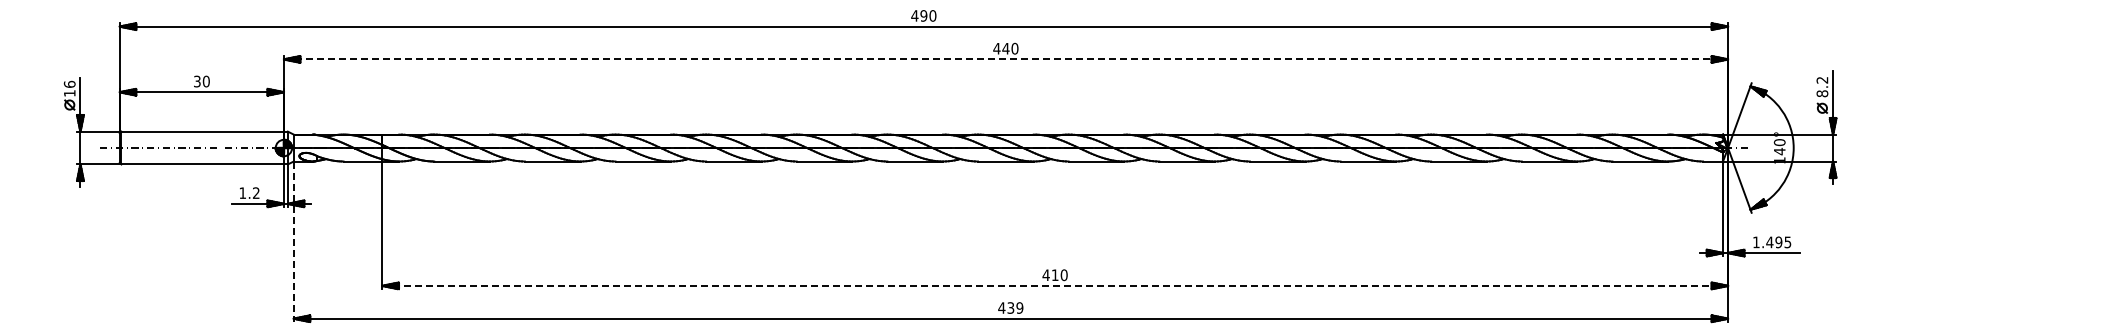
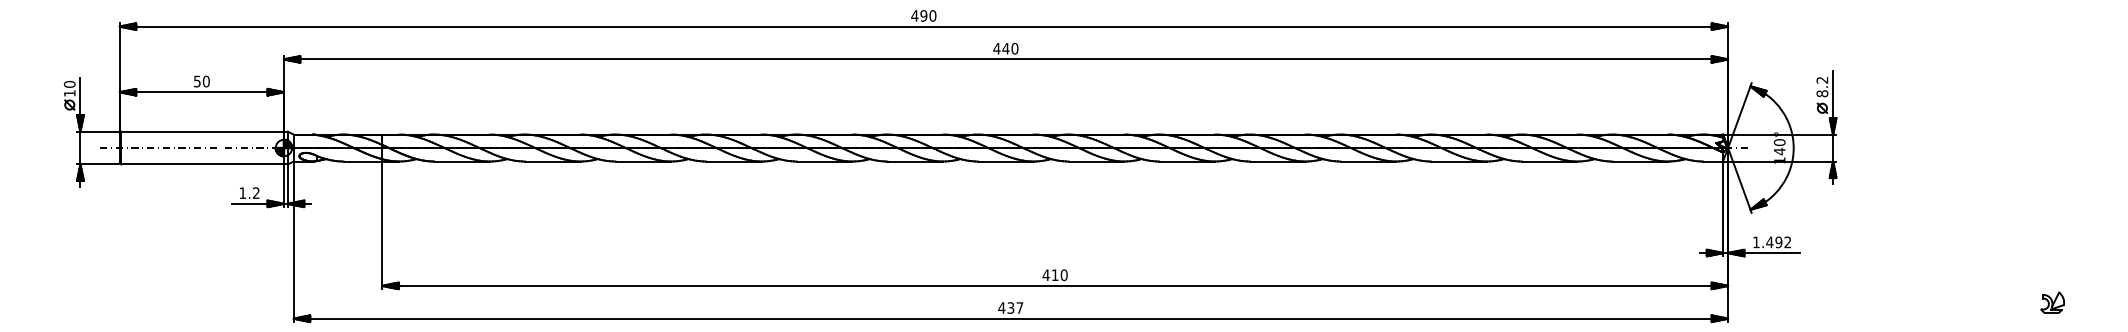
line at (1006, 59): dashed -> solid
text at (197, 80): 30 -> 50
text at (69, 83): 16 -> 10
line at (293, 242): dashed -> solid
text at (1787, 242): 1.495 -> 1.492
line at (1055, 285): dashed -> solid
part at (2052, 302): none -> present
text at (1019, 307): 439 -> 437
